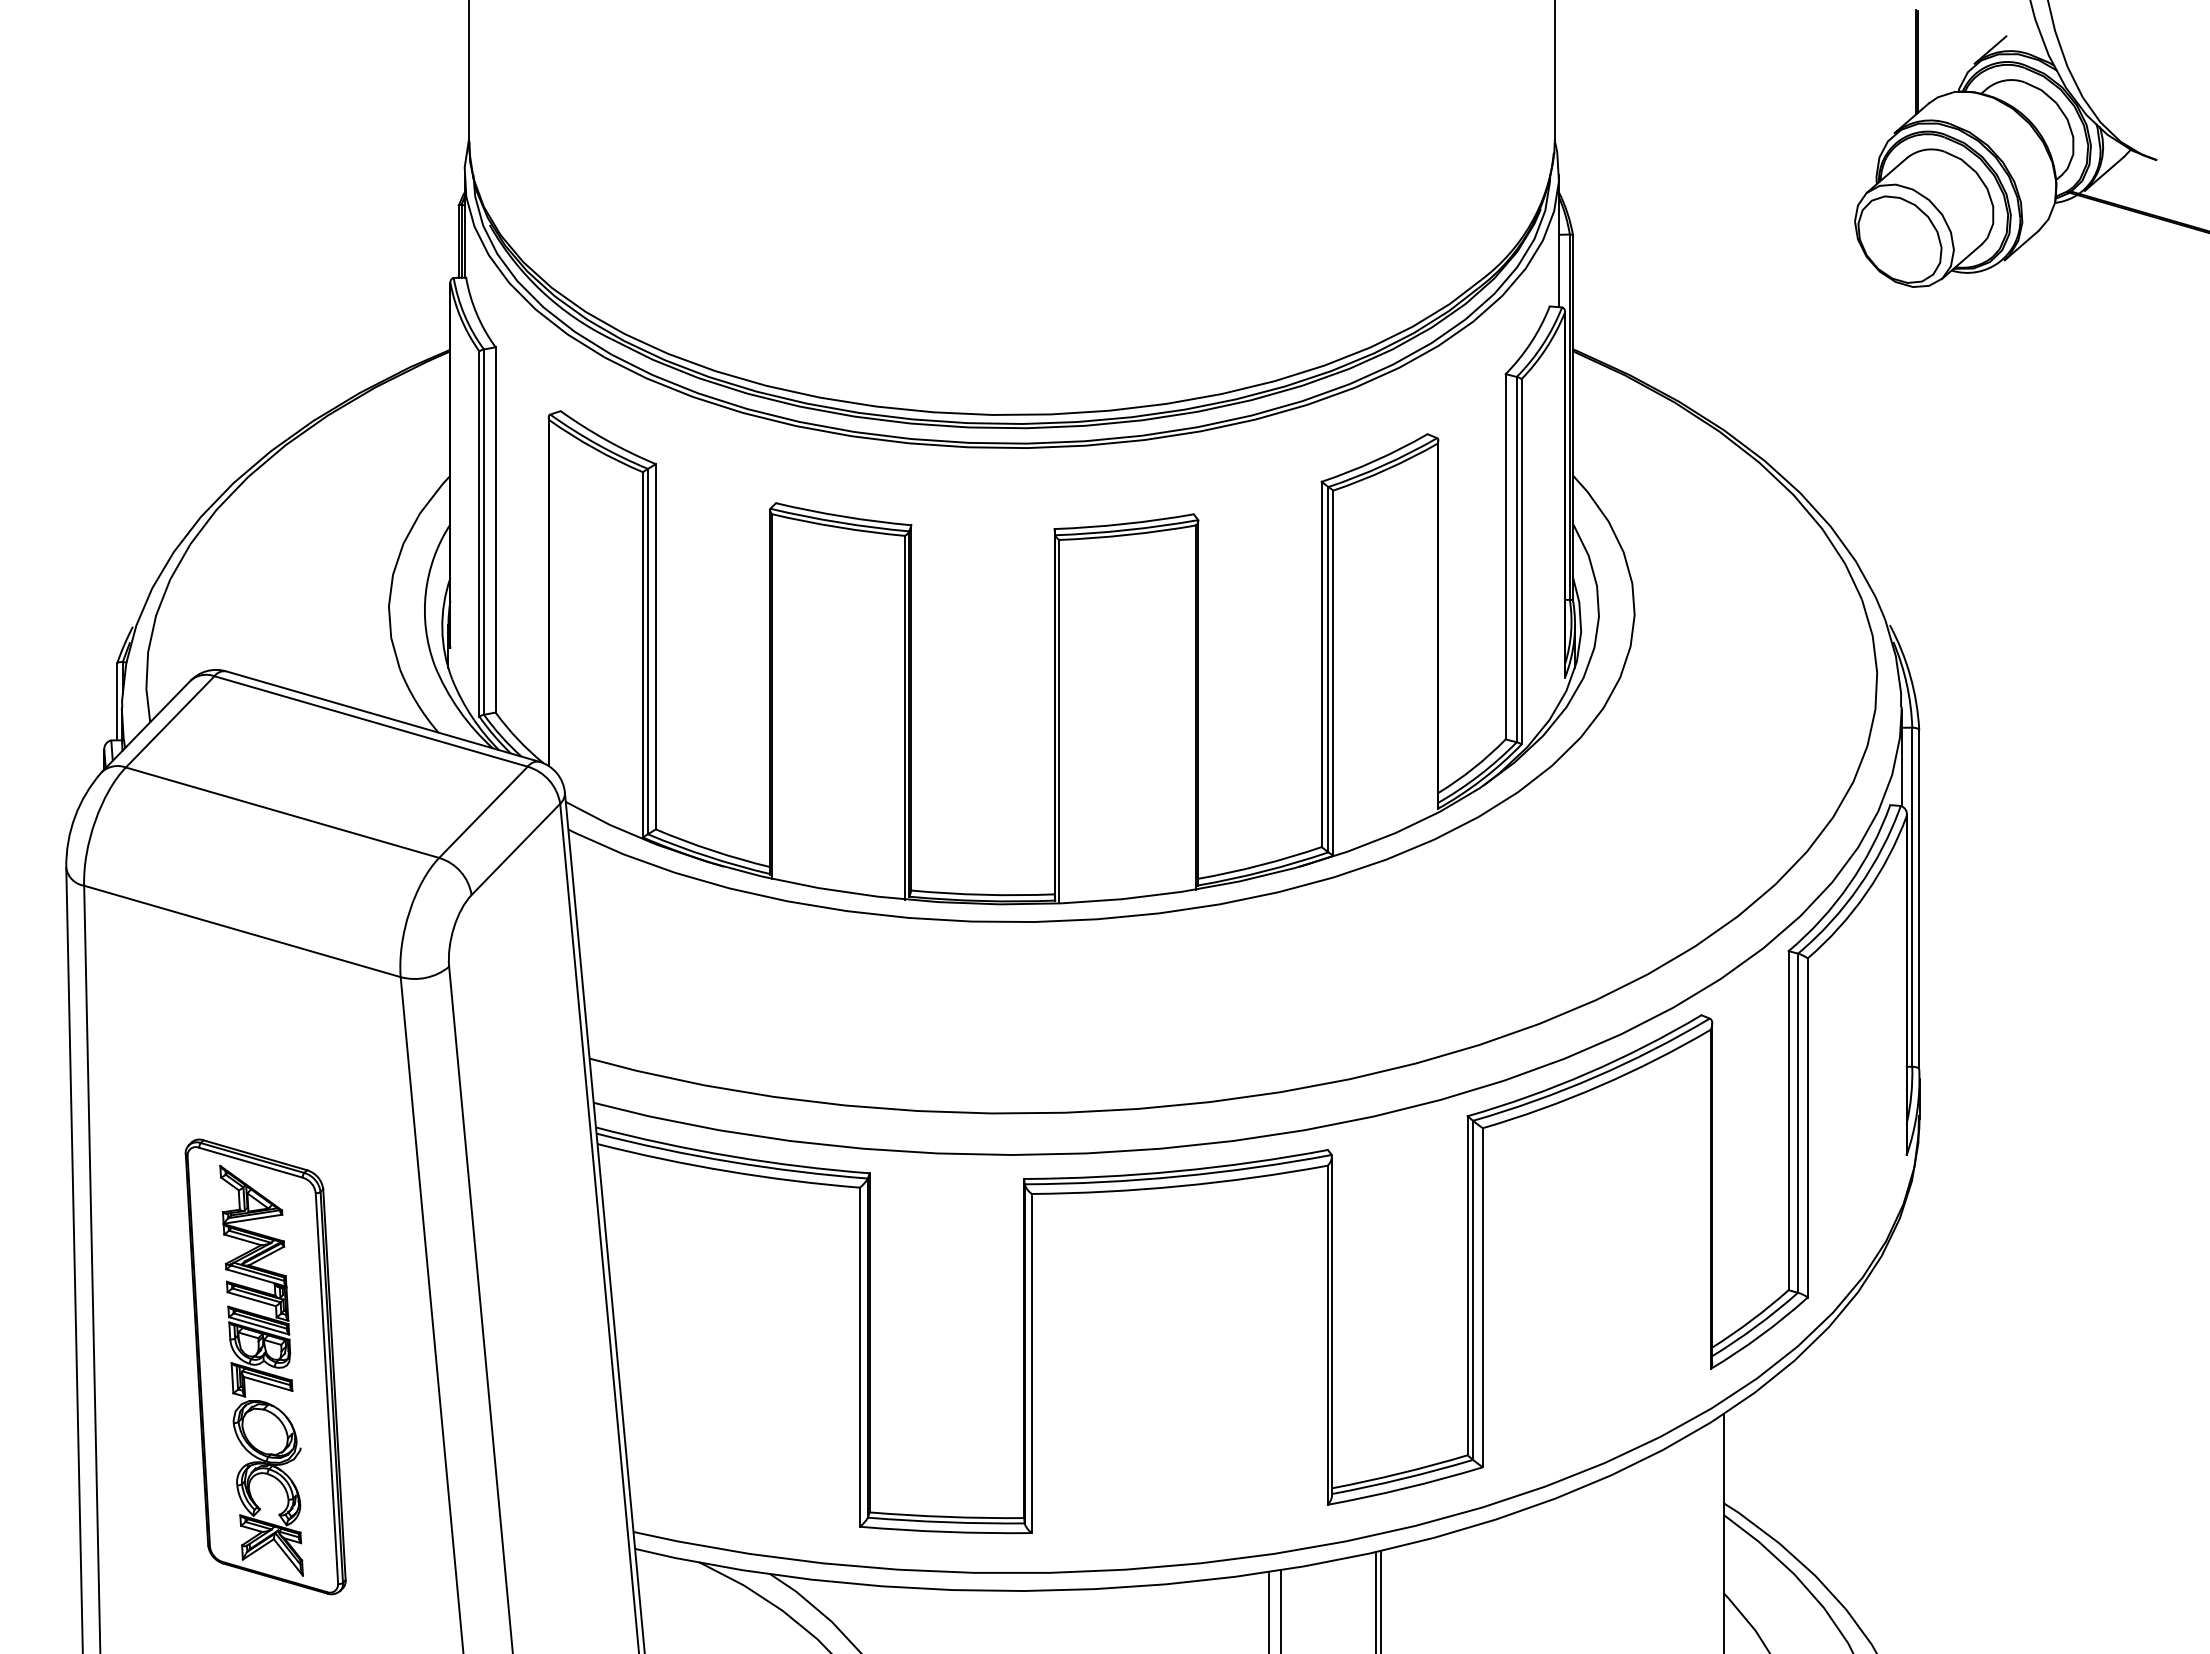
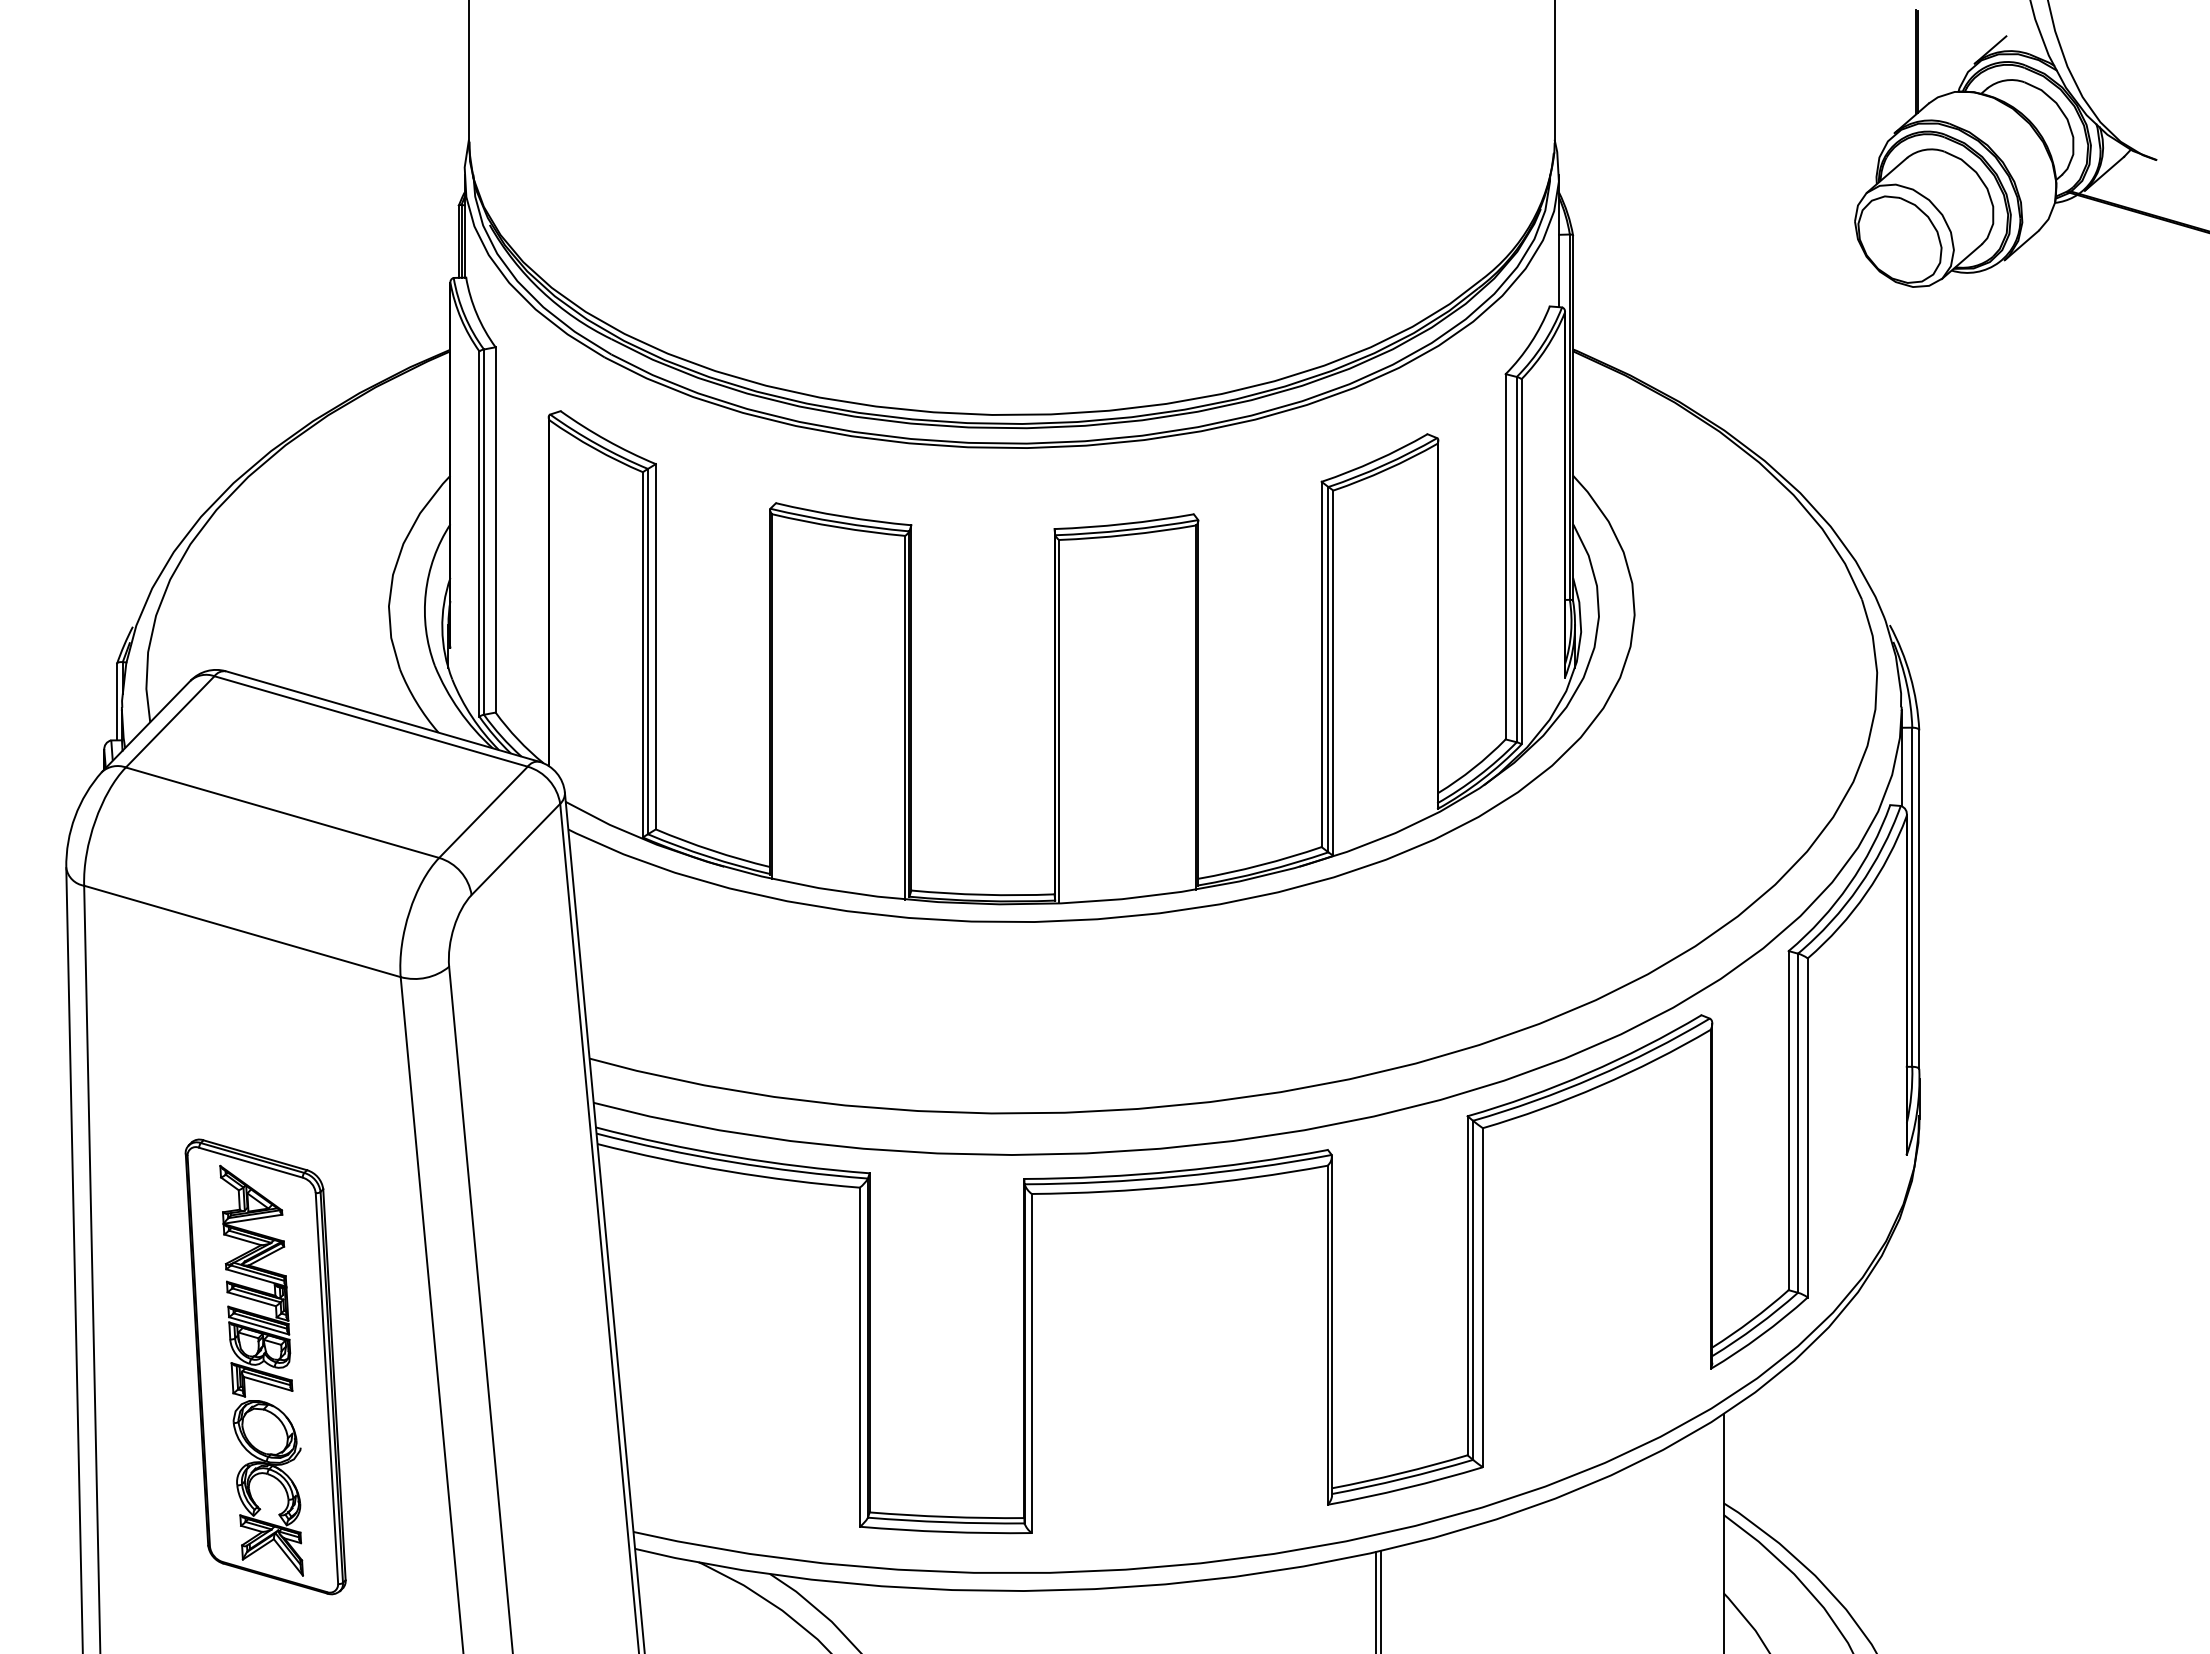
line at (1280, 1609): present -> none
line at (1268, 1610): present -> none
